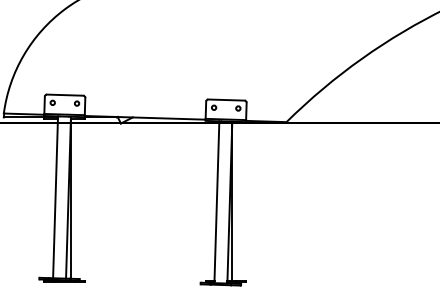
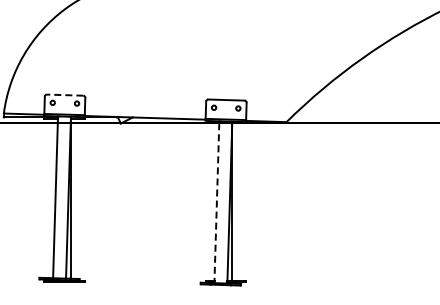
line at (64, 95): solid -> dashed
line at (216, 203): solid -> dashed
